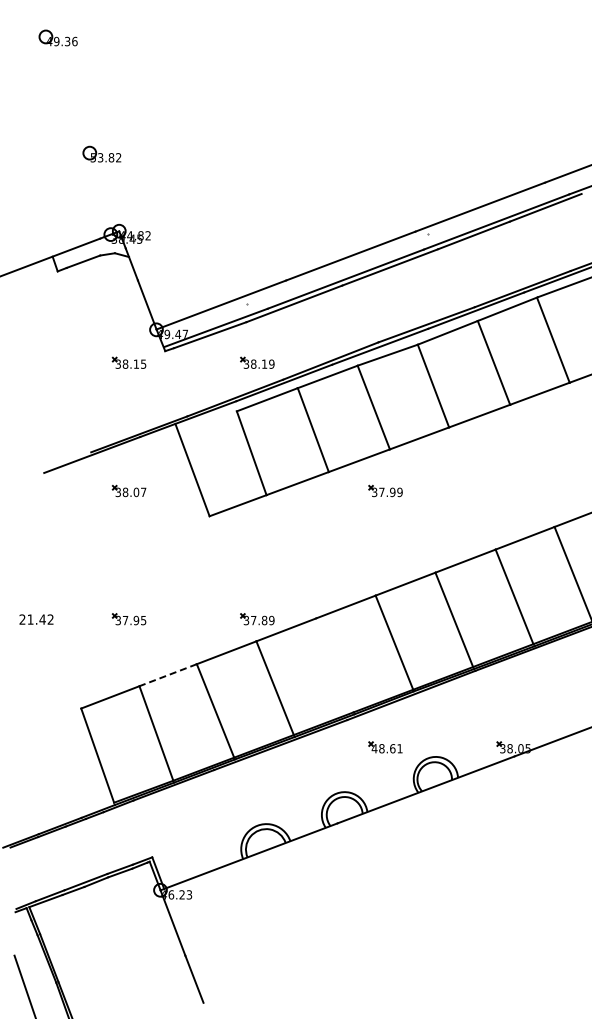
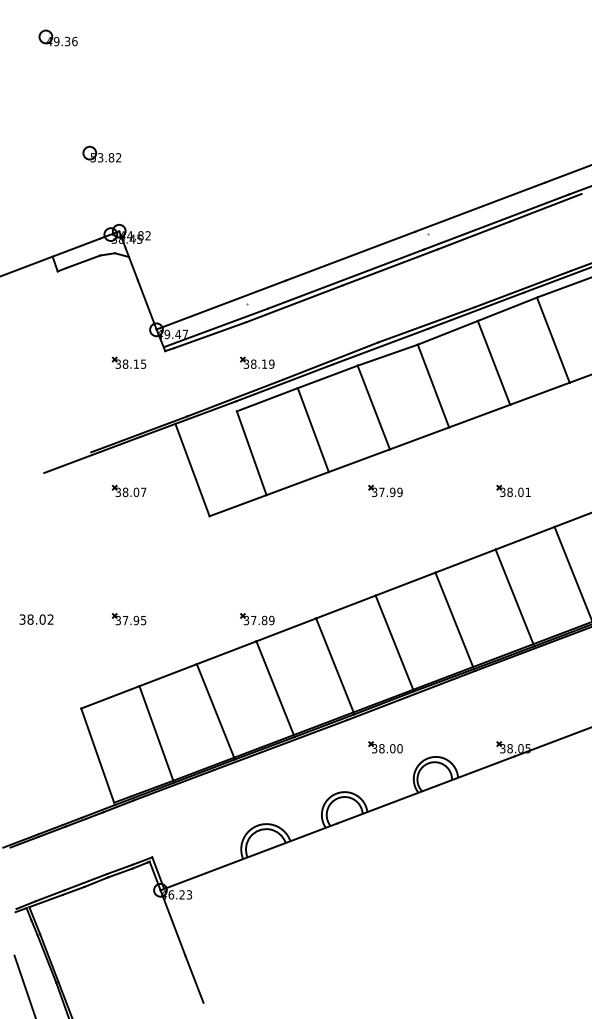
part at (513, 490): none -> present
text at (32, 619): 21.42 -> 38.02
line at (334, 665): none -> present
line at (168, 675): dashed -> solid
text at (386, 748): 48.61 -> 38.00
